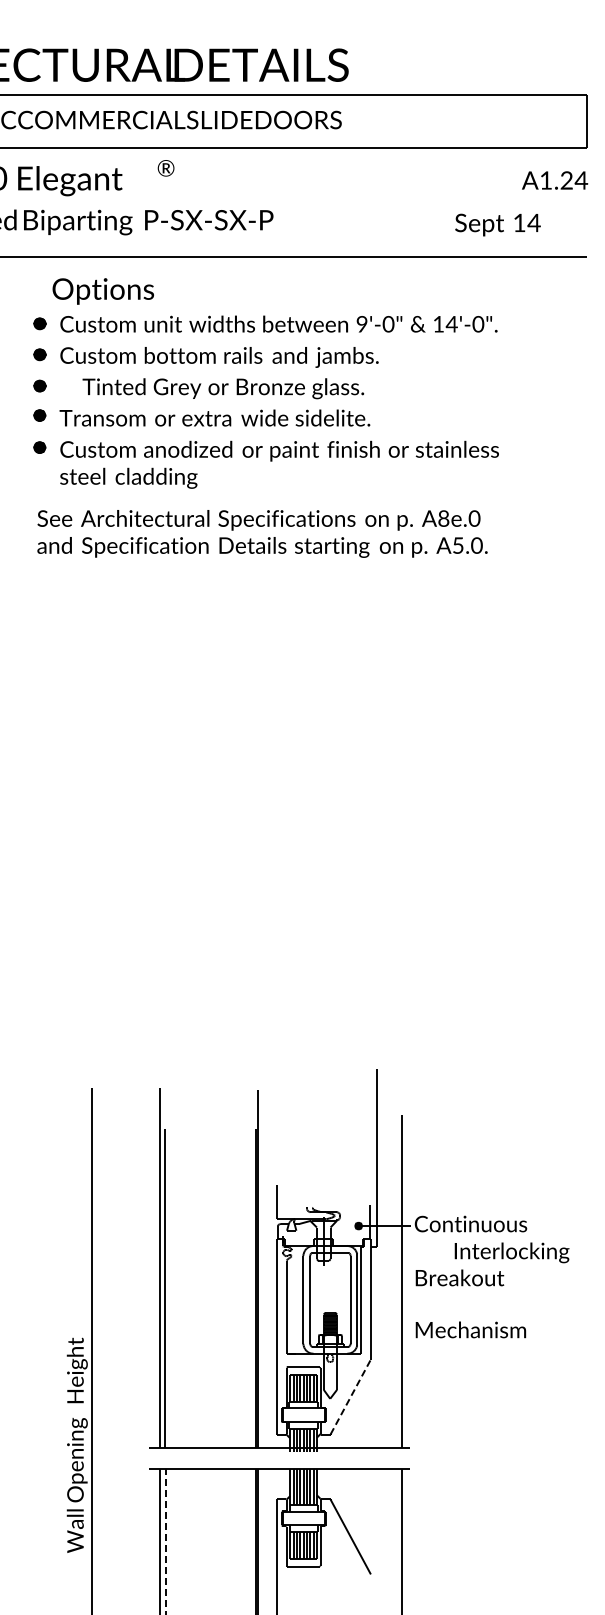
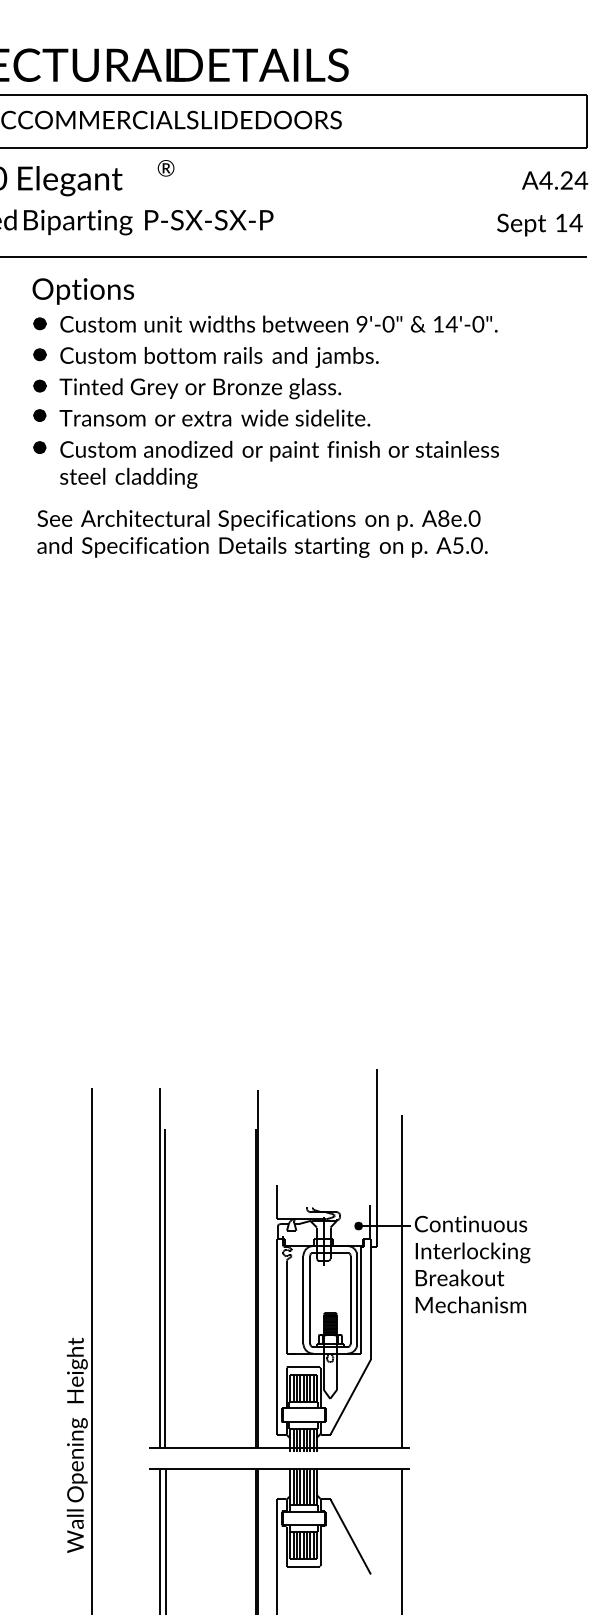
text at (545, 180): A1.24 -> A4.24
text at (497, 224) position: (497, 224) -> (539, 224)
text at (102, 291) position: (102, 291) -> (82, 291)
text at (223, 388) position: (223, 388) -> (200, 388)
text at (511, 1252) position: (511, 1252) -> (472, 1252)
text at (470, 1329) position: (470, 1329) -> (470, 1304)
line at (350, 1397): dashed -> solid
line at (165, 1541): dashed -> solid
